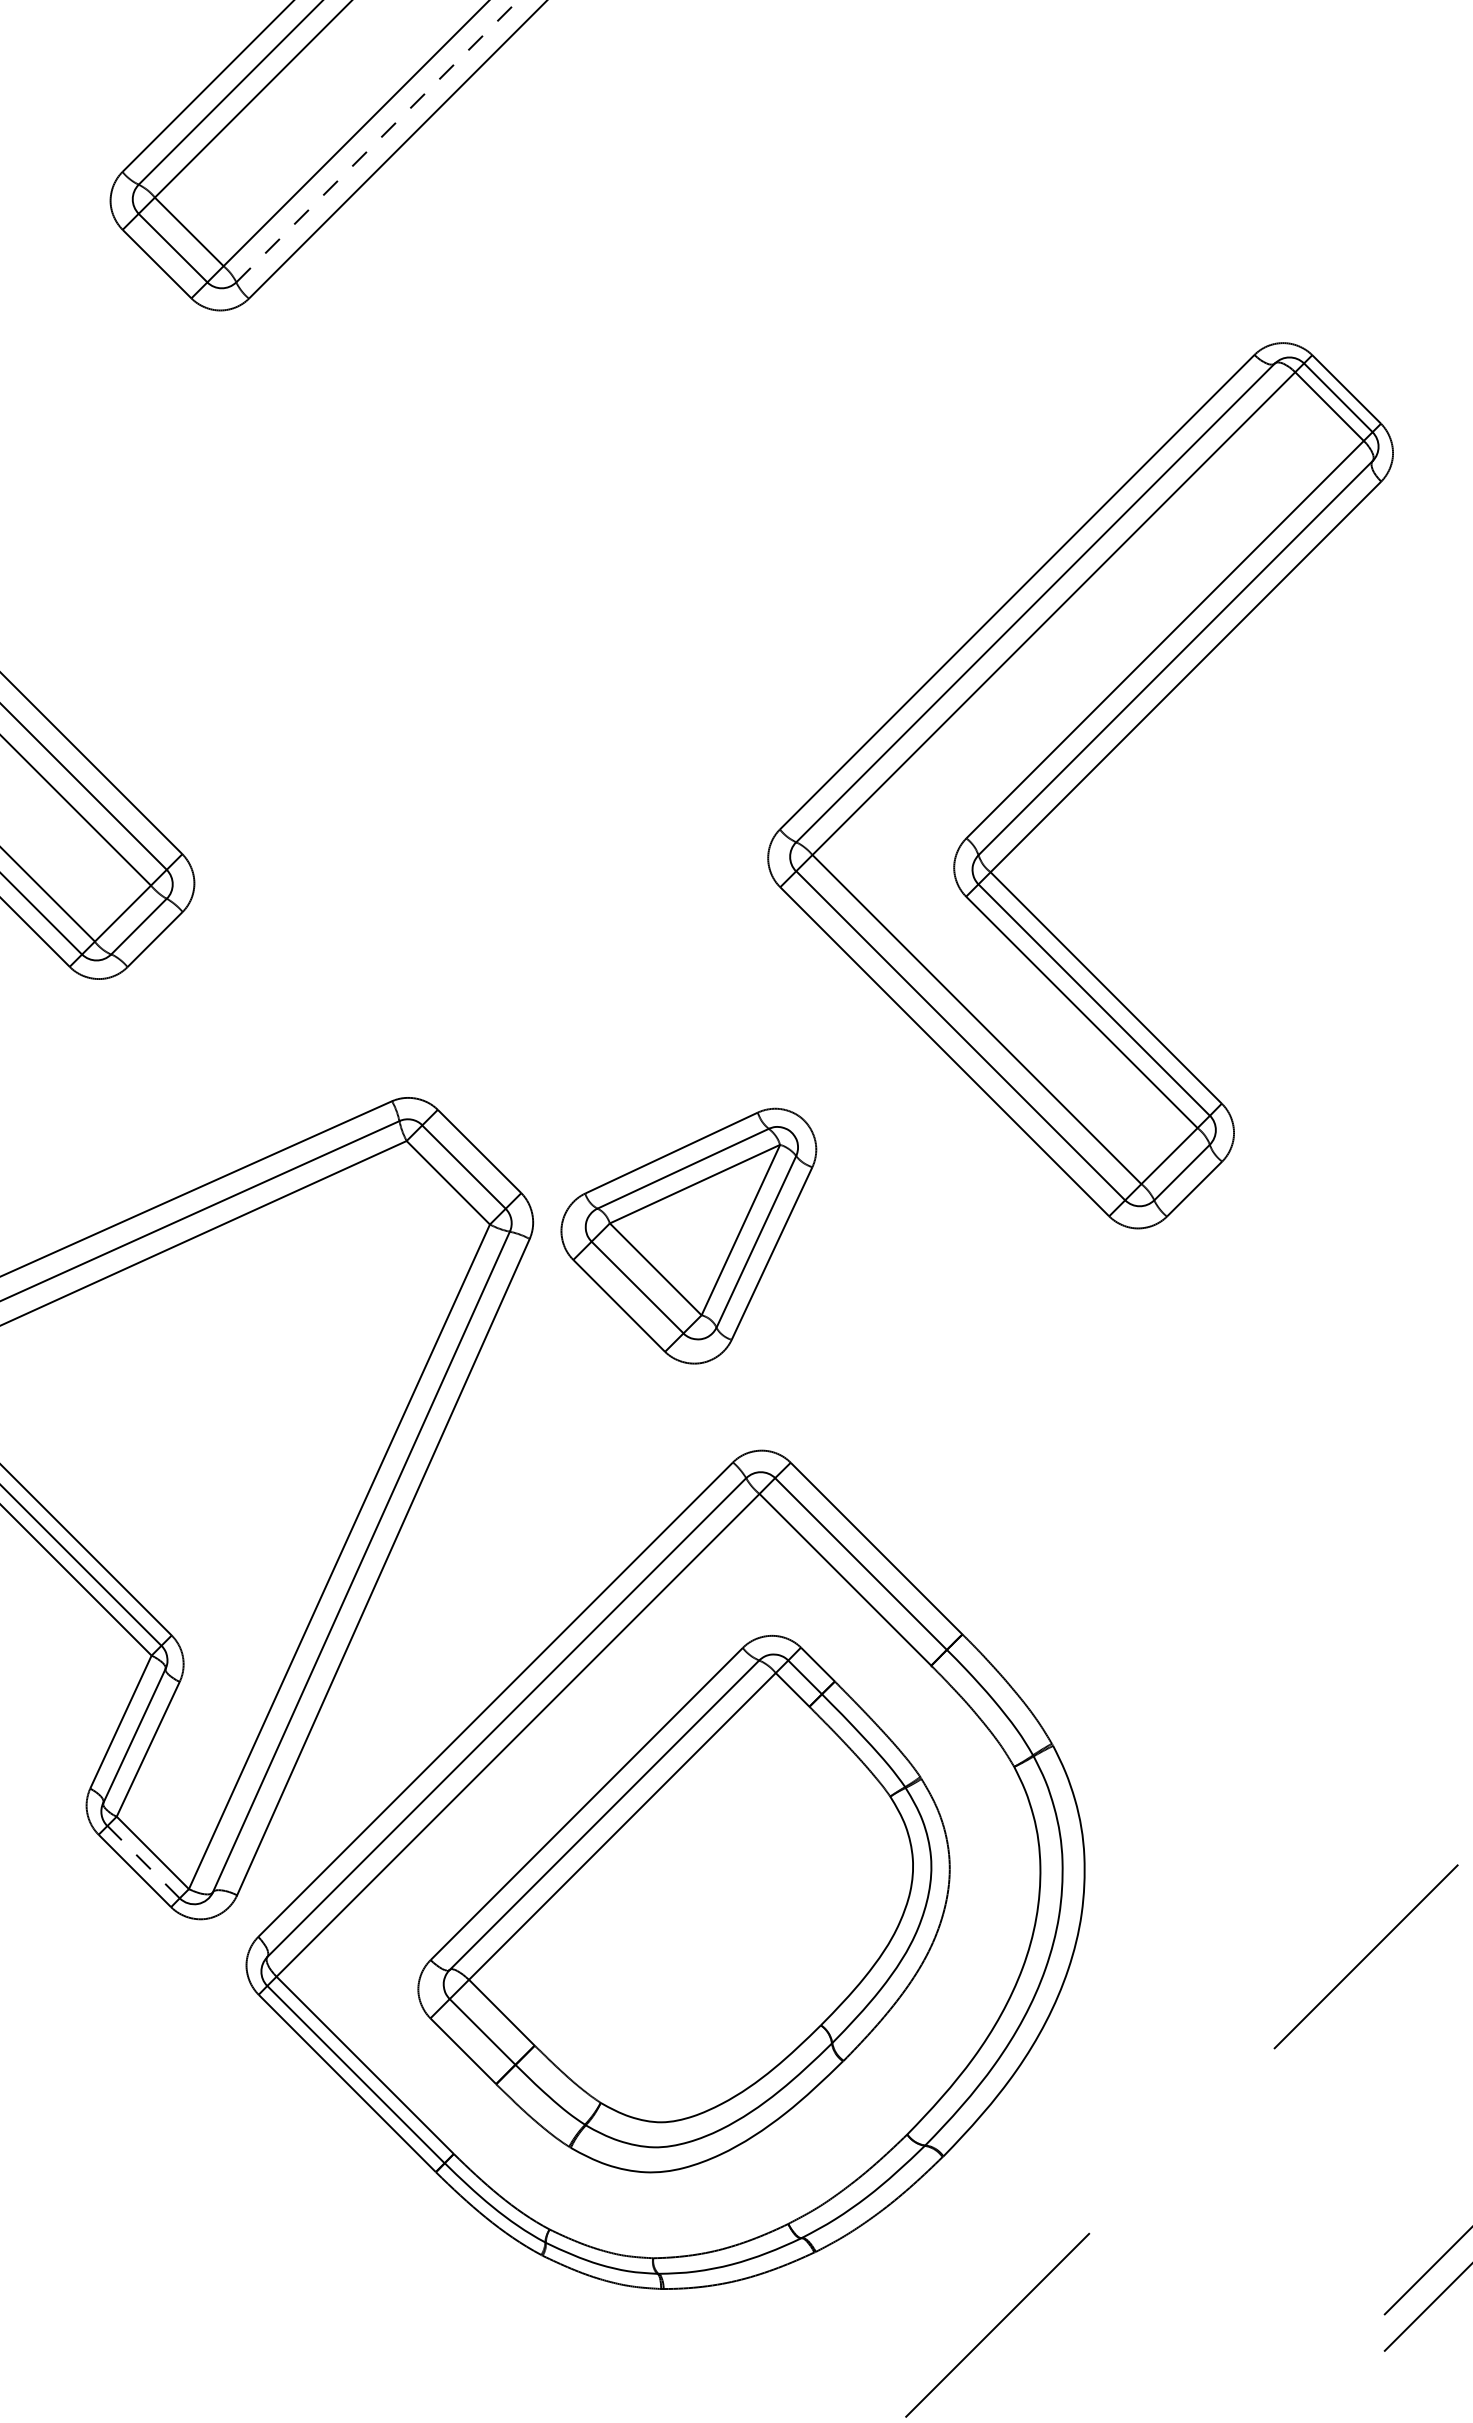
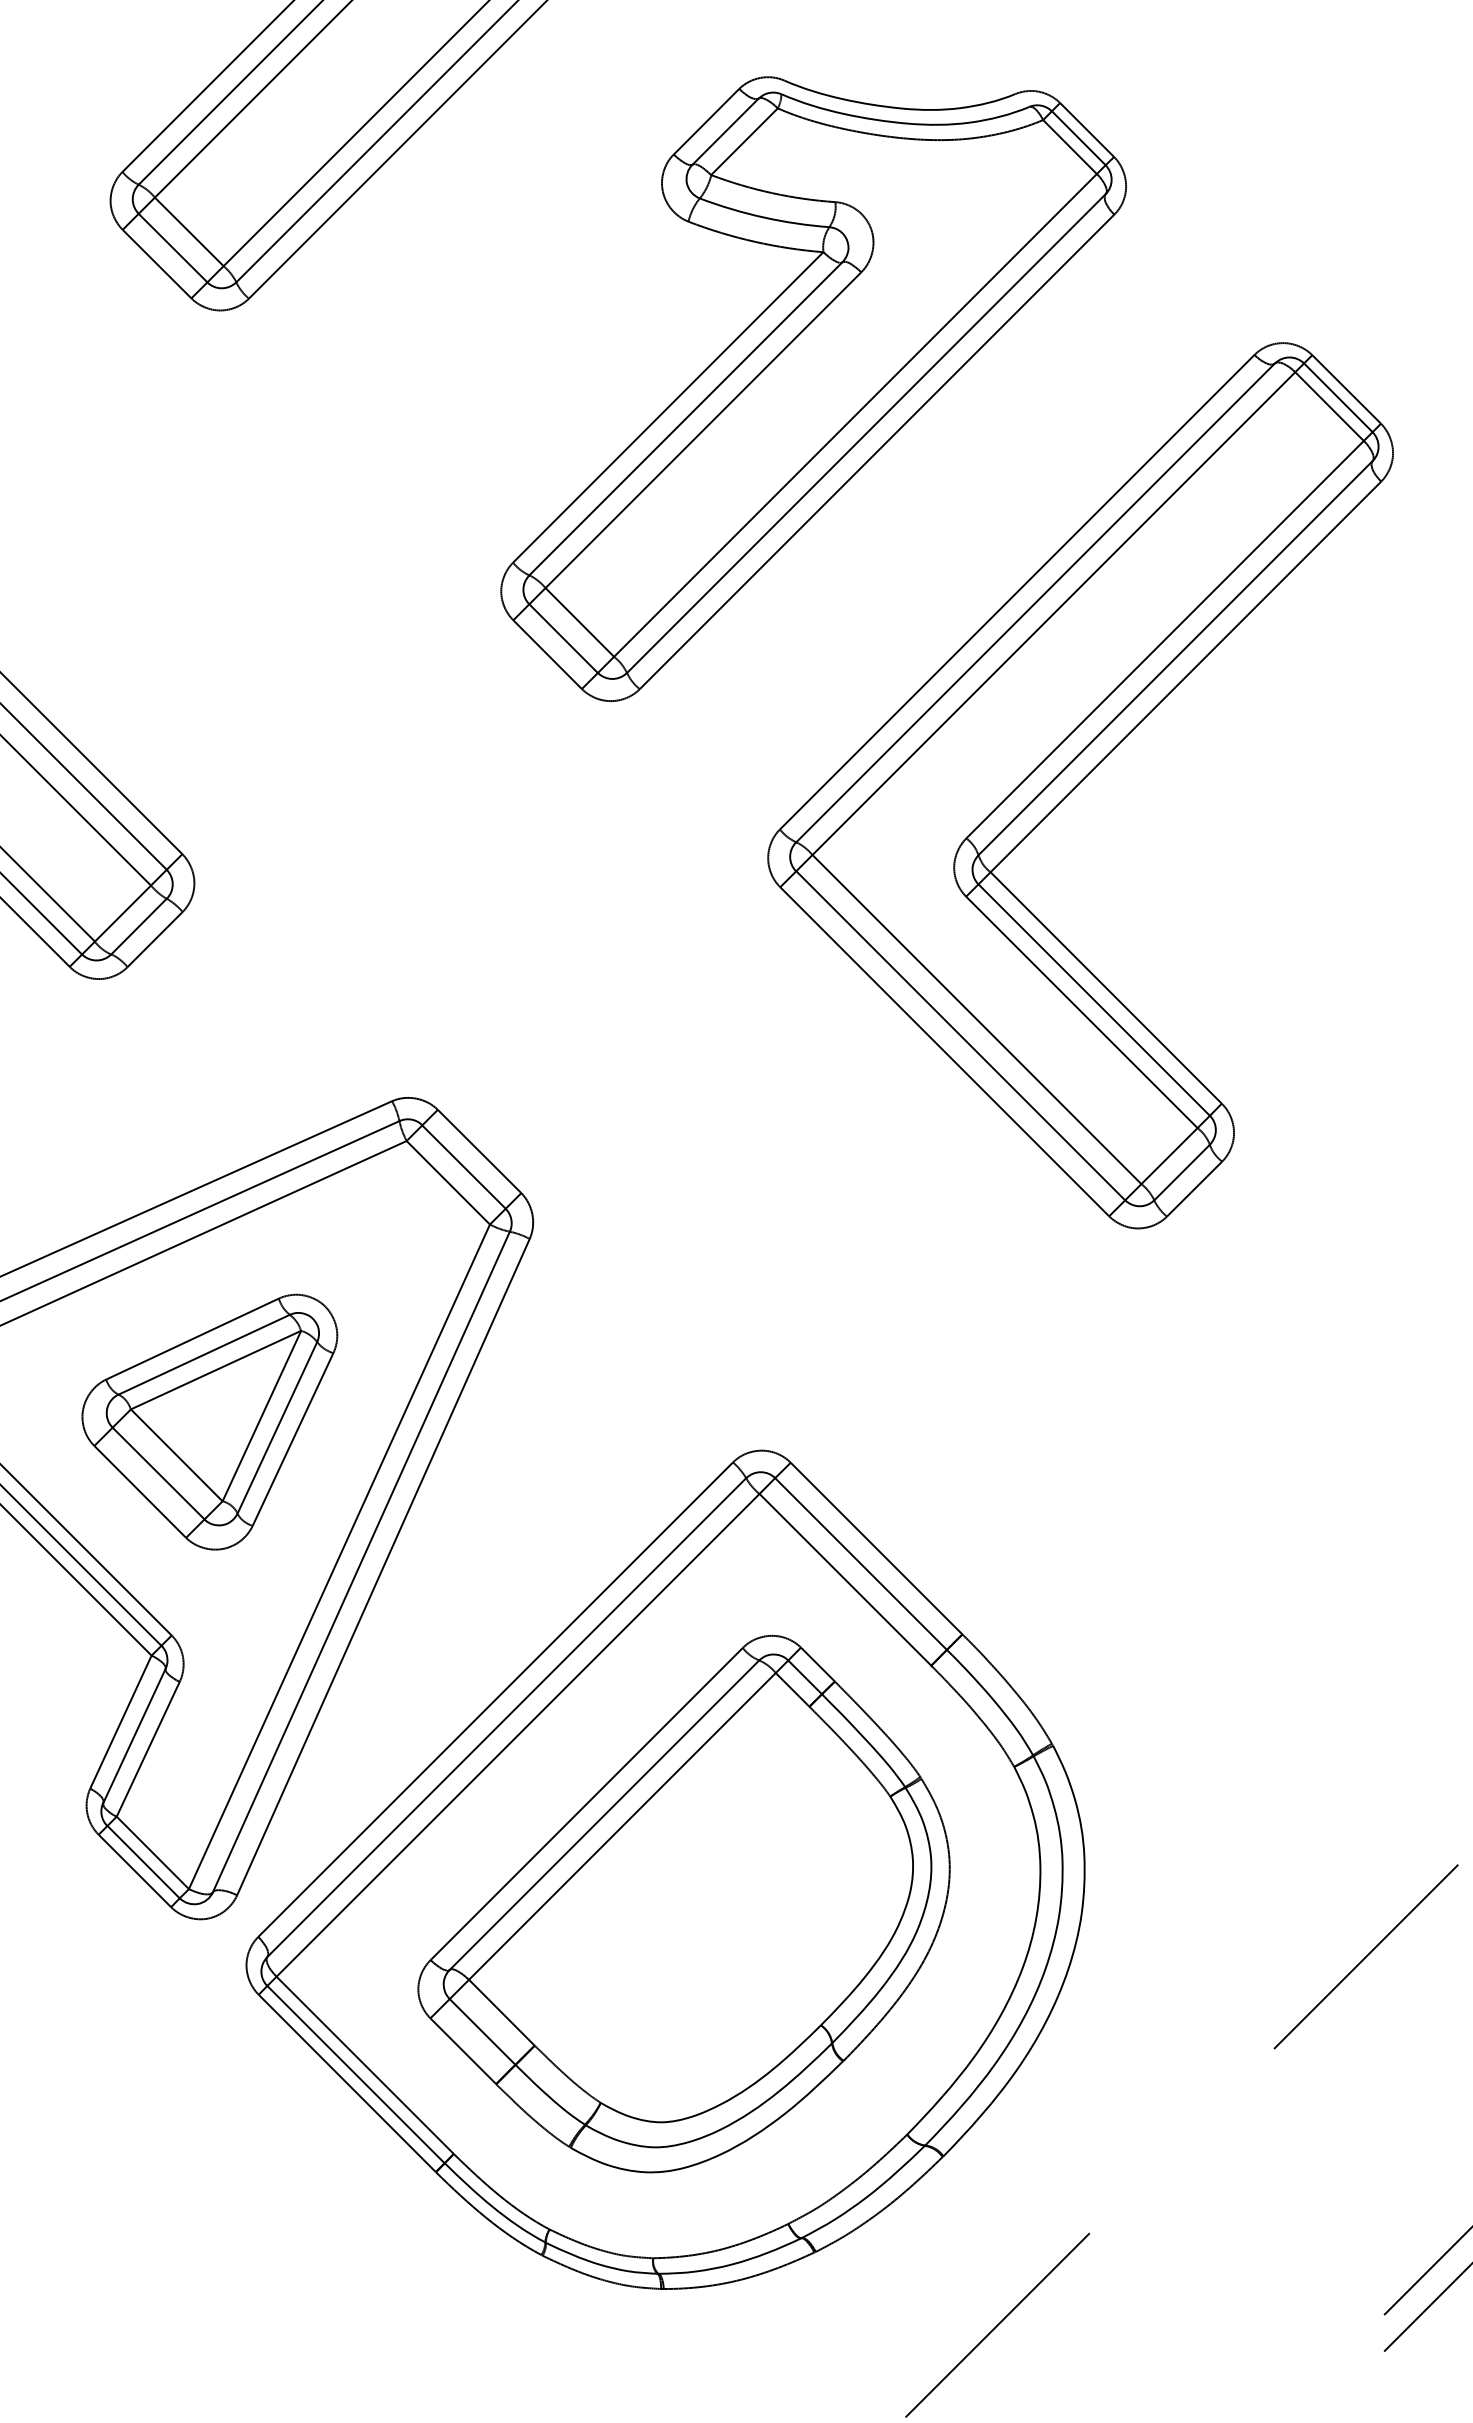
line at (377, 141): dashed -> solid
part at (813, 388): none -> present
part at (688, 1235) position: (688, 1235) -> (209, 1421)
line at (143, 1861): dashed -> solid
